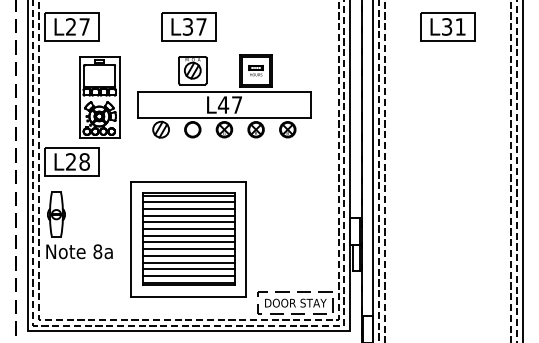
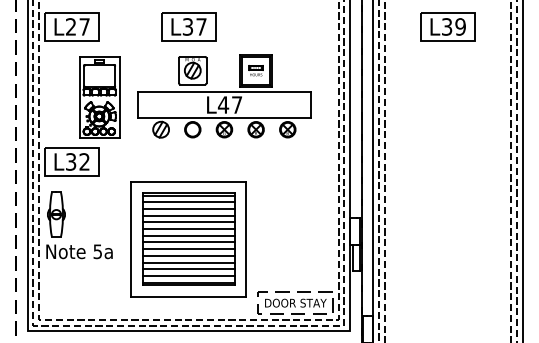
text at (460, 26): L31 -> L39
text at (77, 161): L28 -> L32
text at (97, 251): 8a -> 5a
